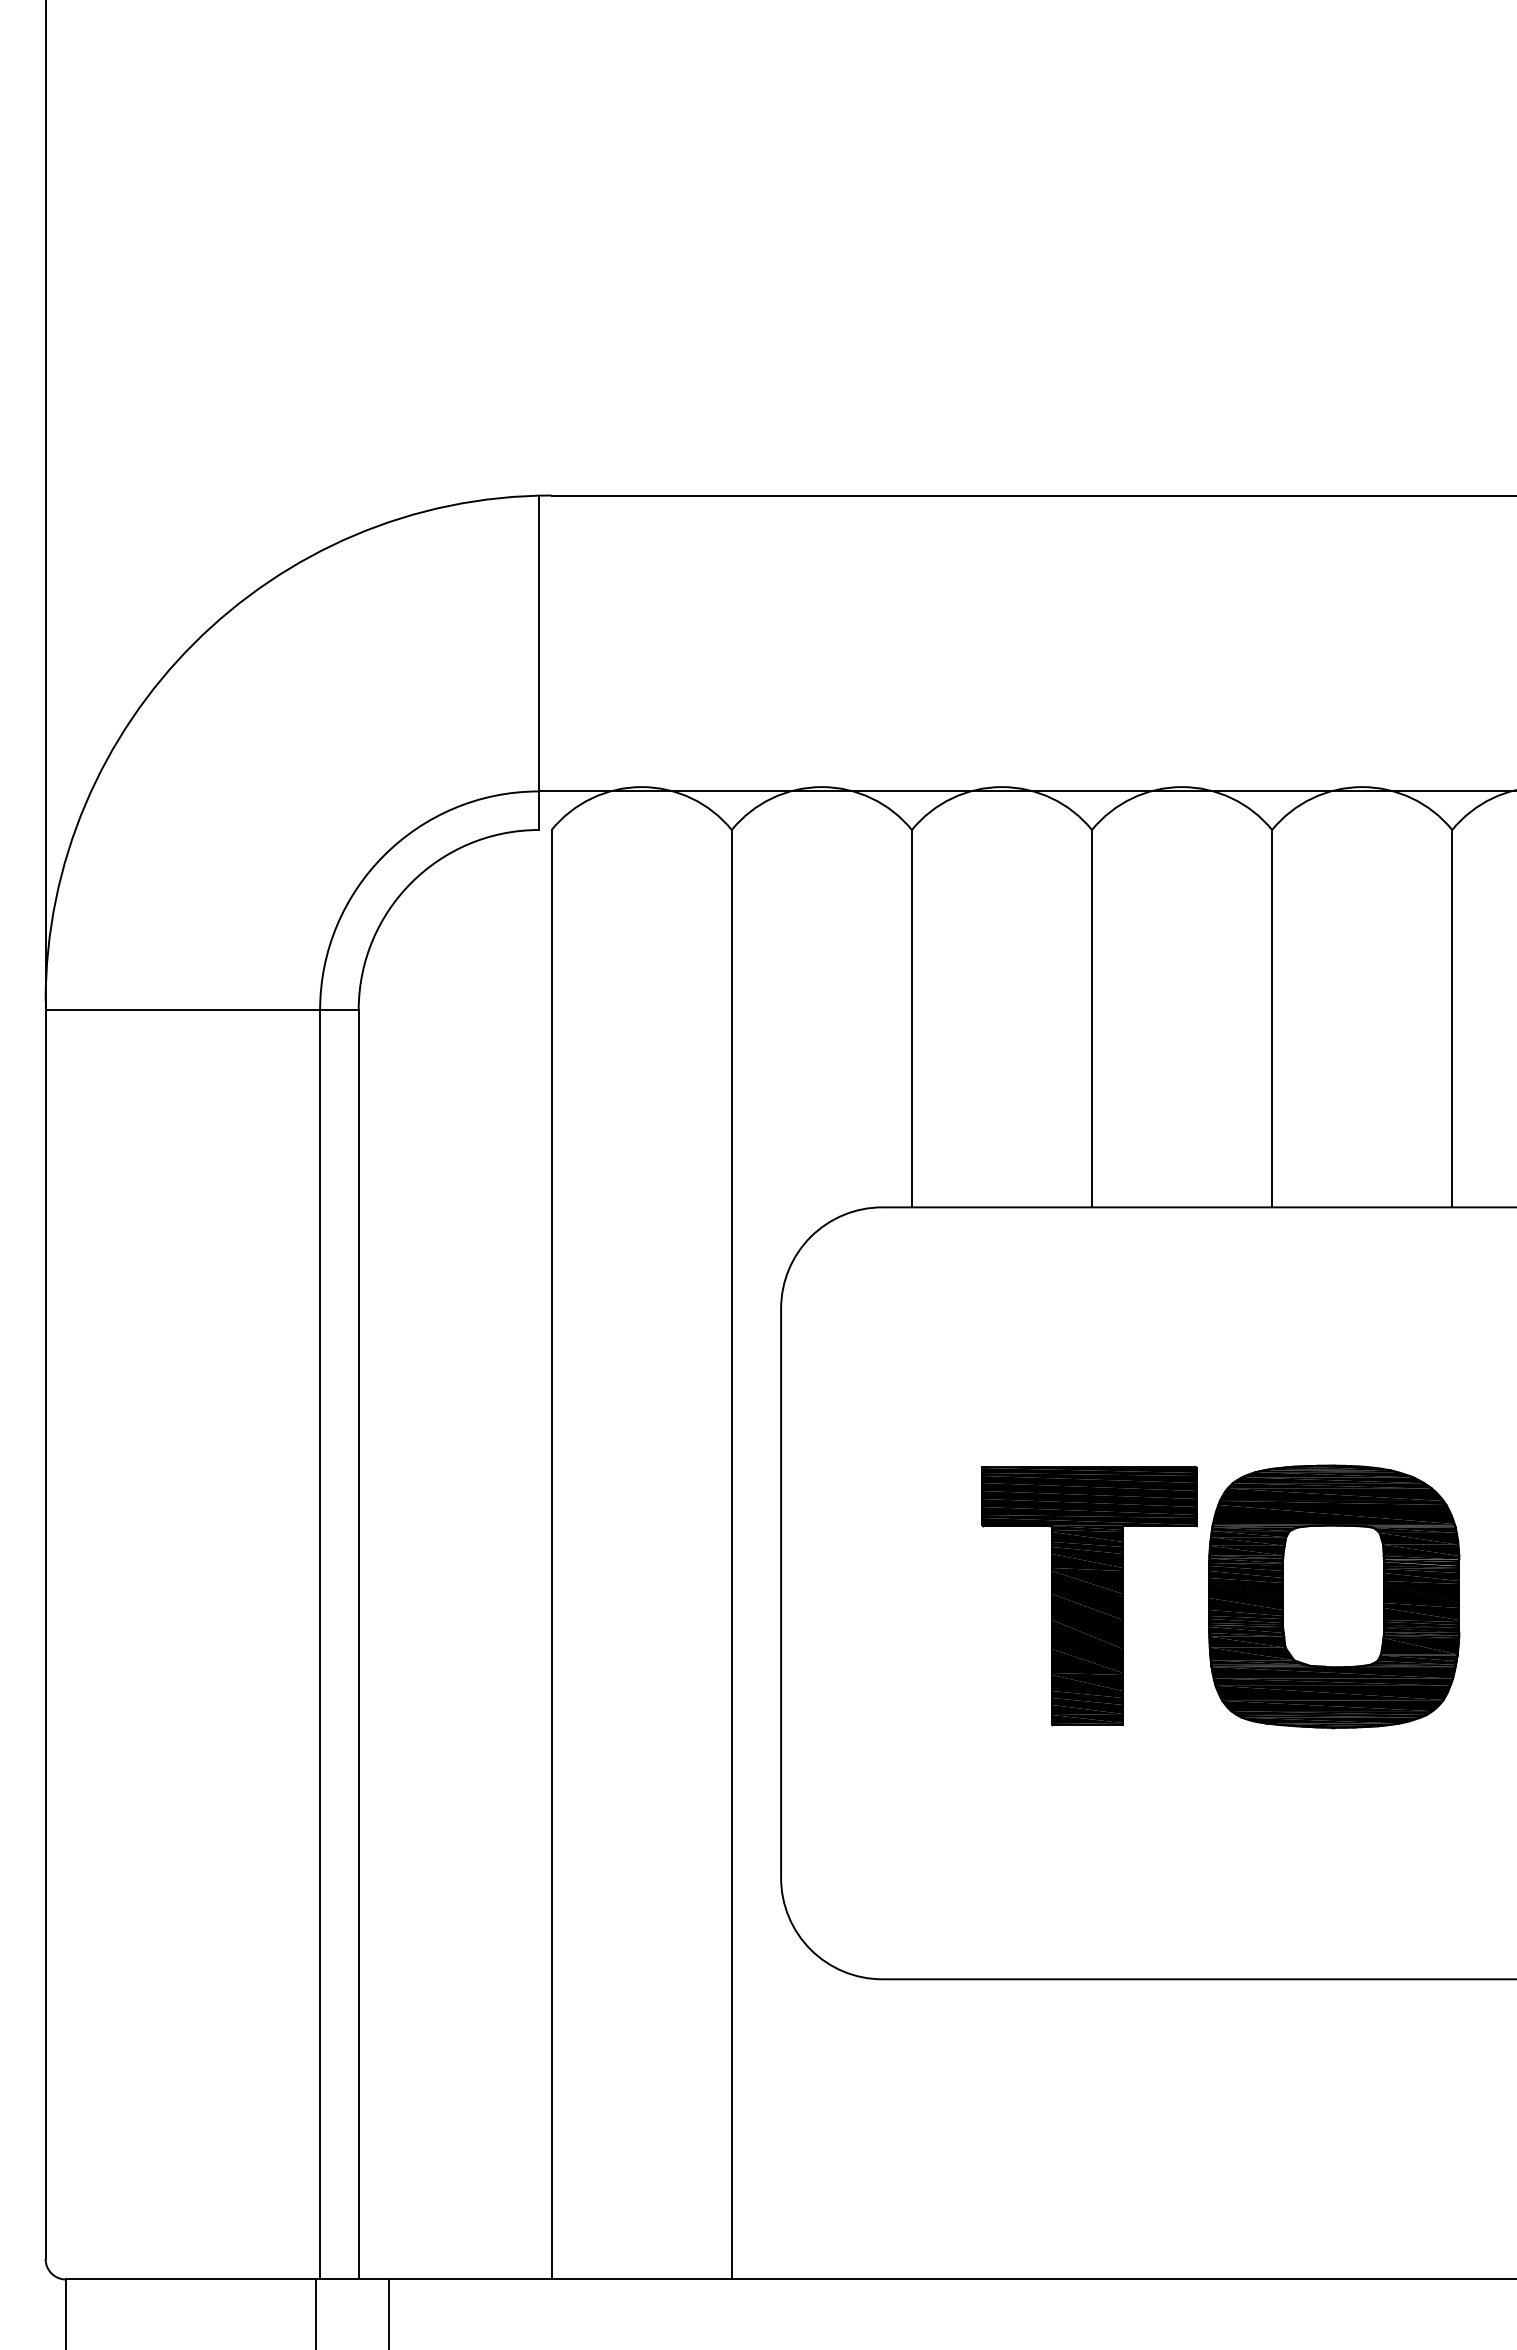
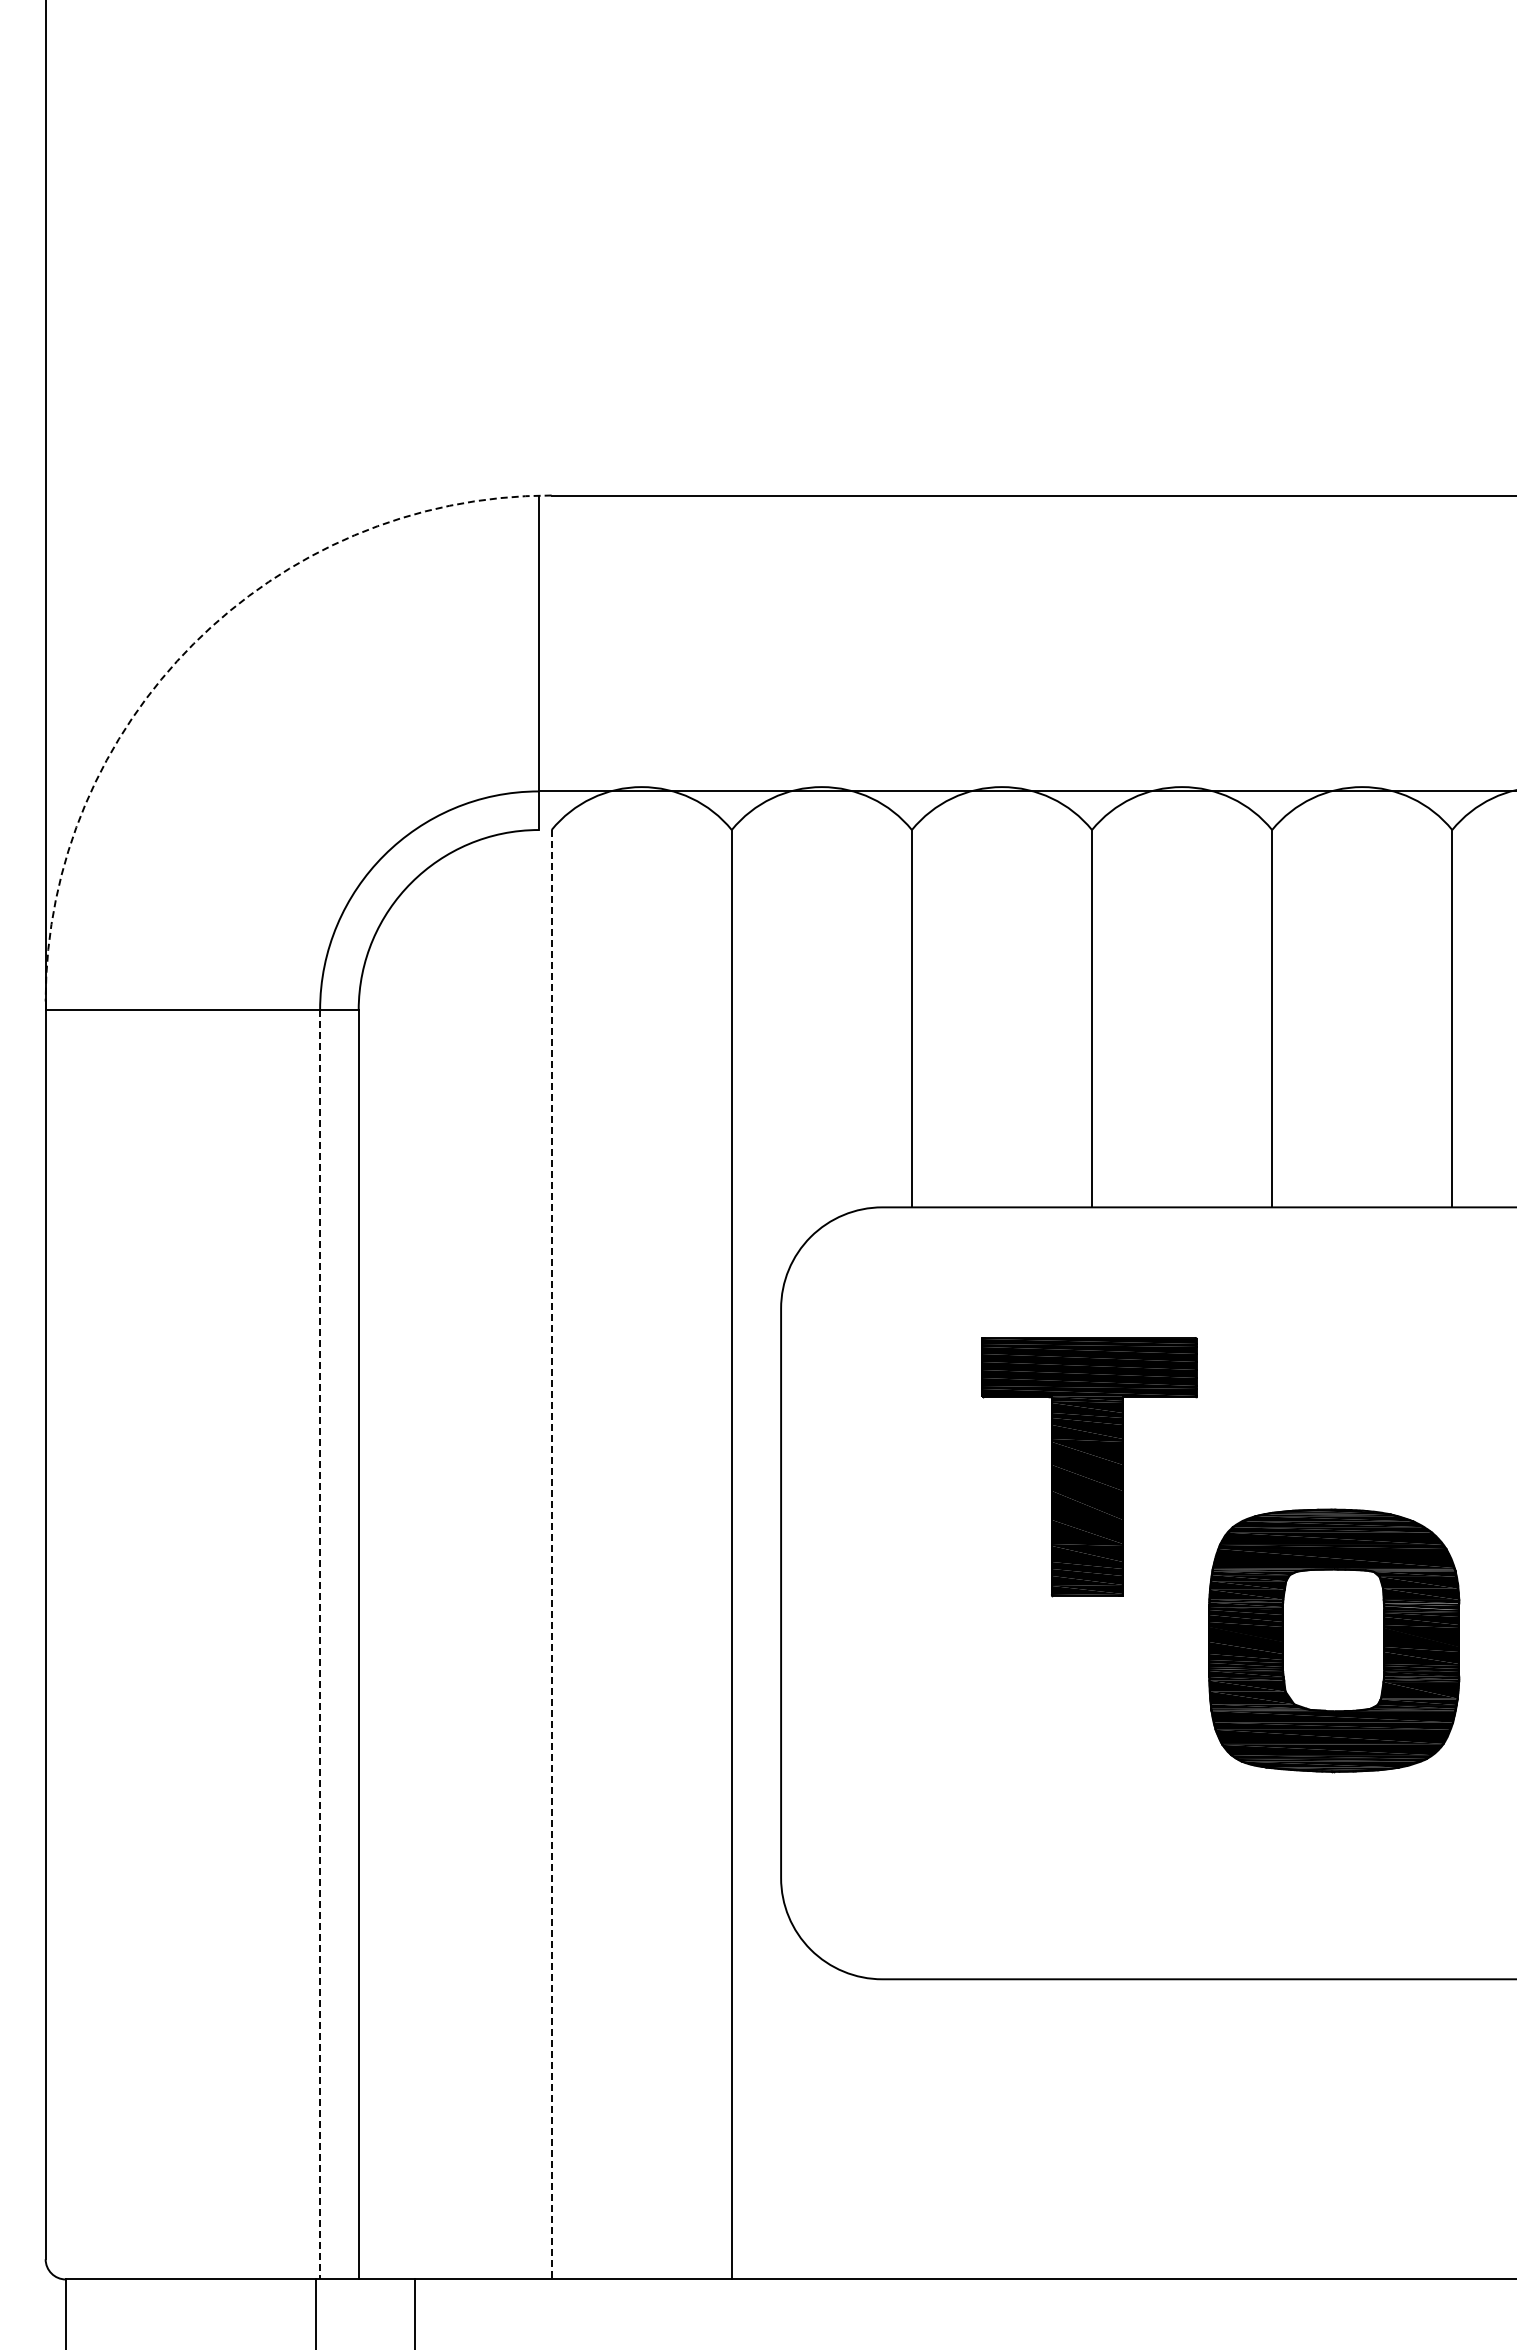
arc at (193, 643): solid -> dashed
line at (551, 1554): solid -> dashed
part at (1089, 1596) position: (1089, 1596) -> (1089, 1467)
part at (1334, 1596) position: (1334, 1596) -> (1334, 1640)
line at (320, 1644): solid -> dashed
line at (388, 2312) position: (388, 2312) -> (414, 2312)
